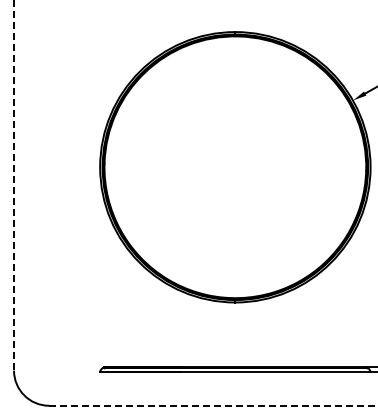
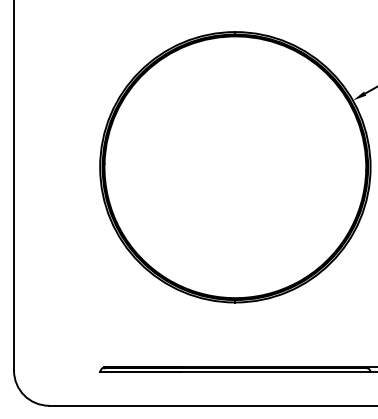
line at (14, 185): dashed -> solid
line at (213, 405): dashed -> solid
